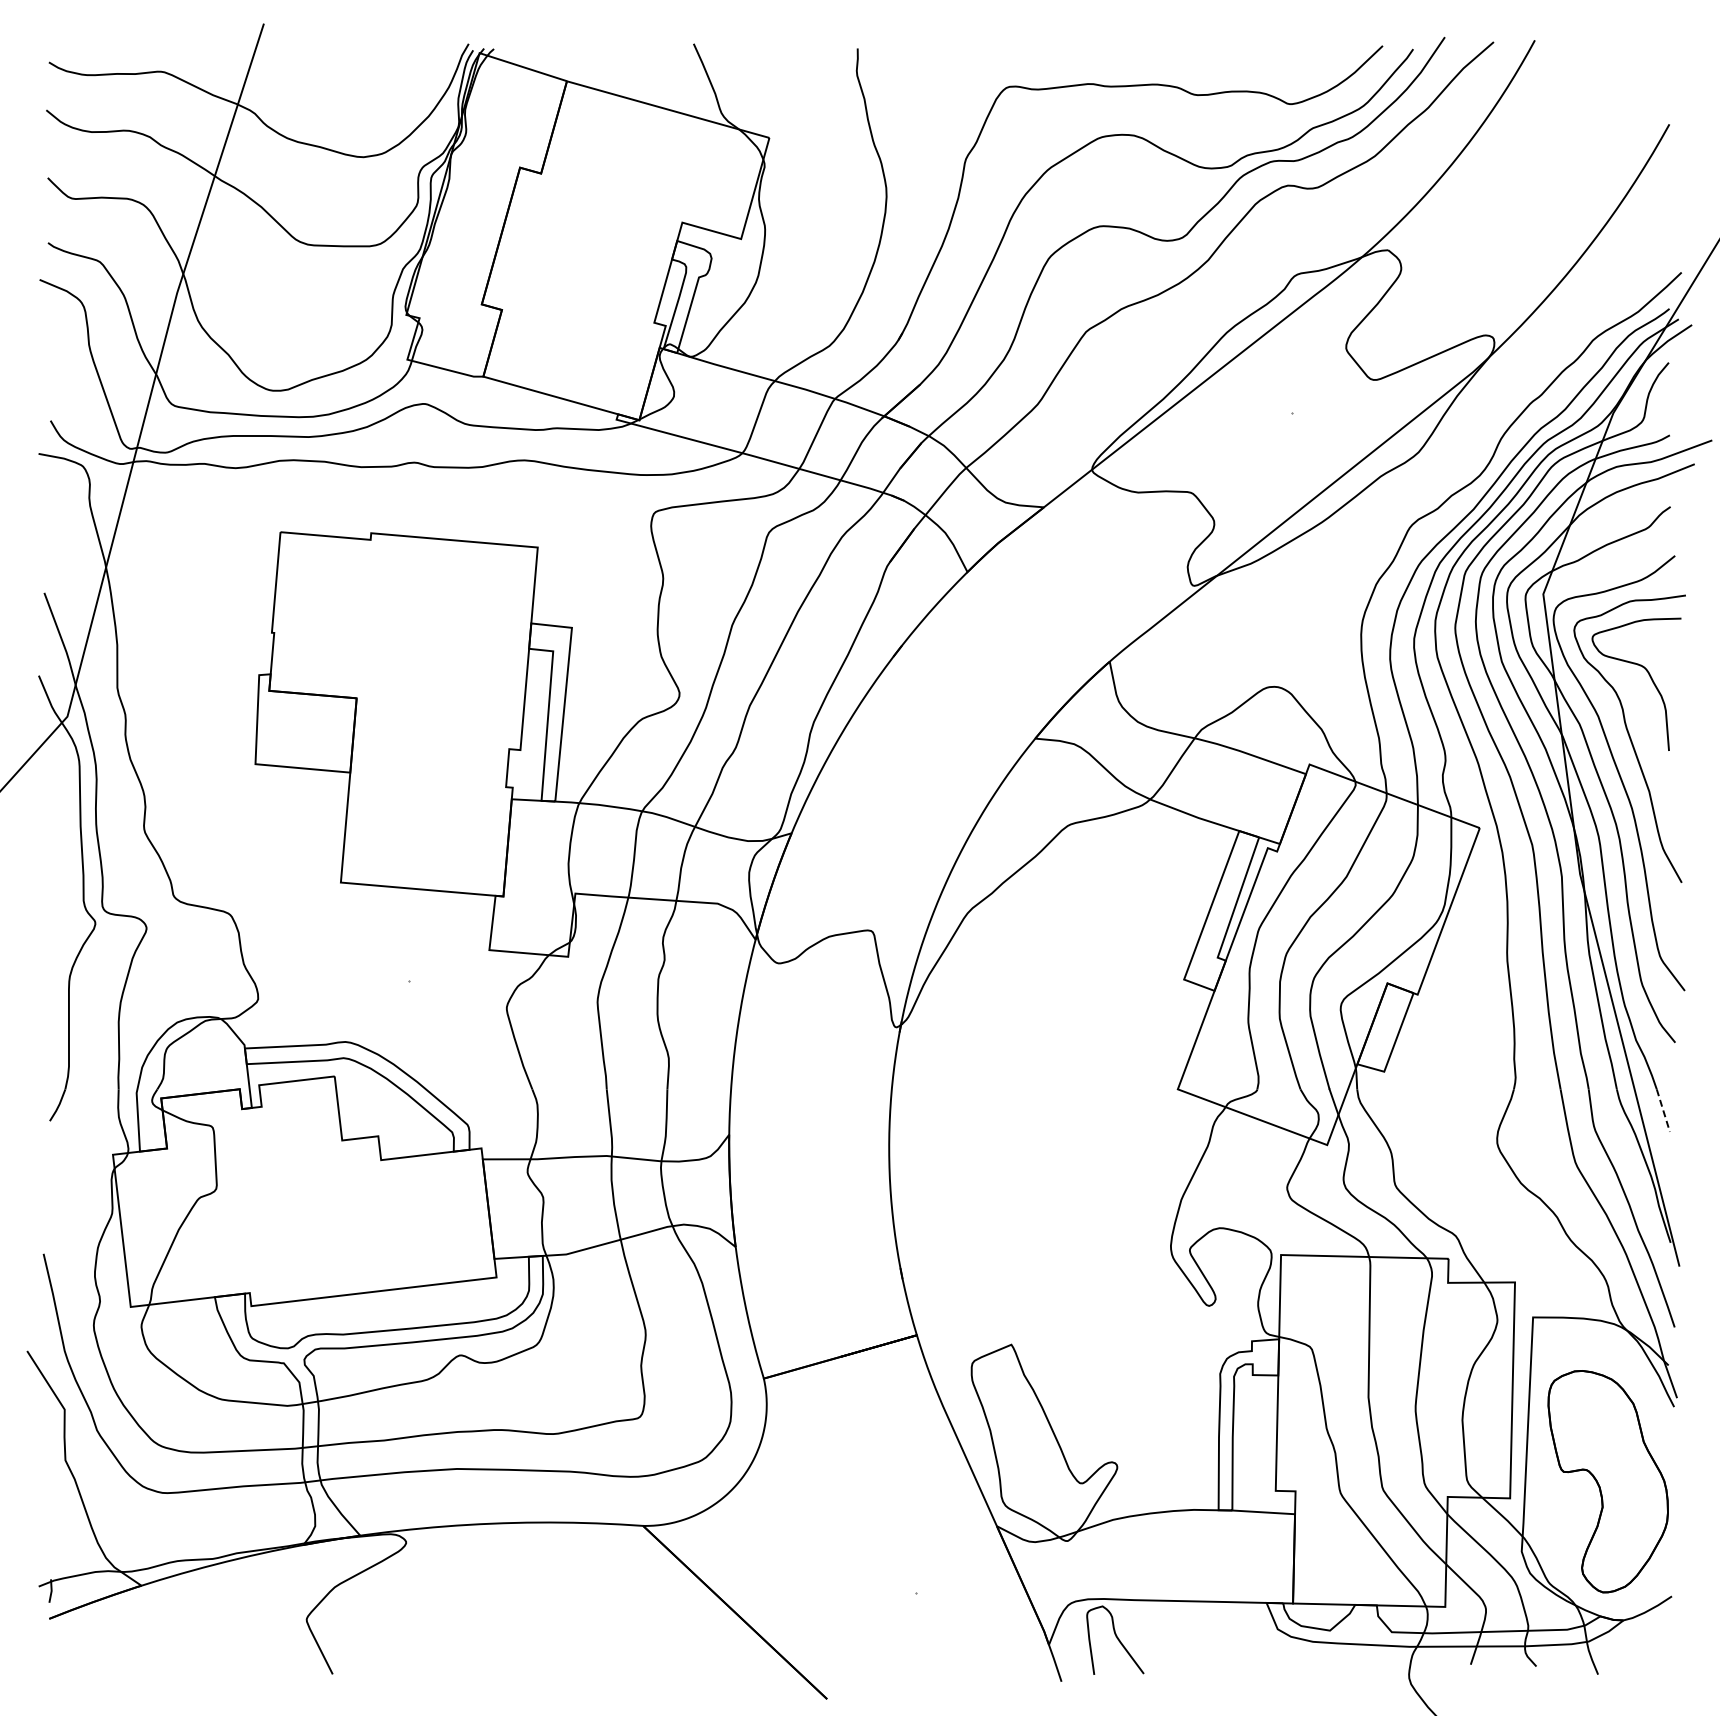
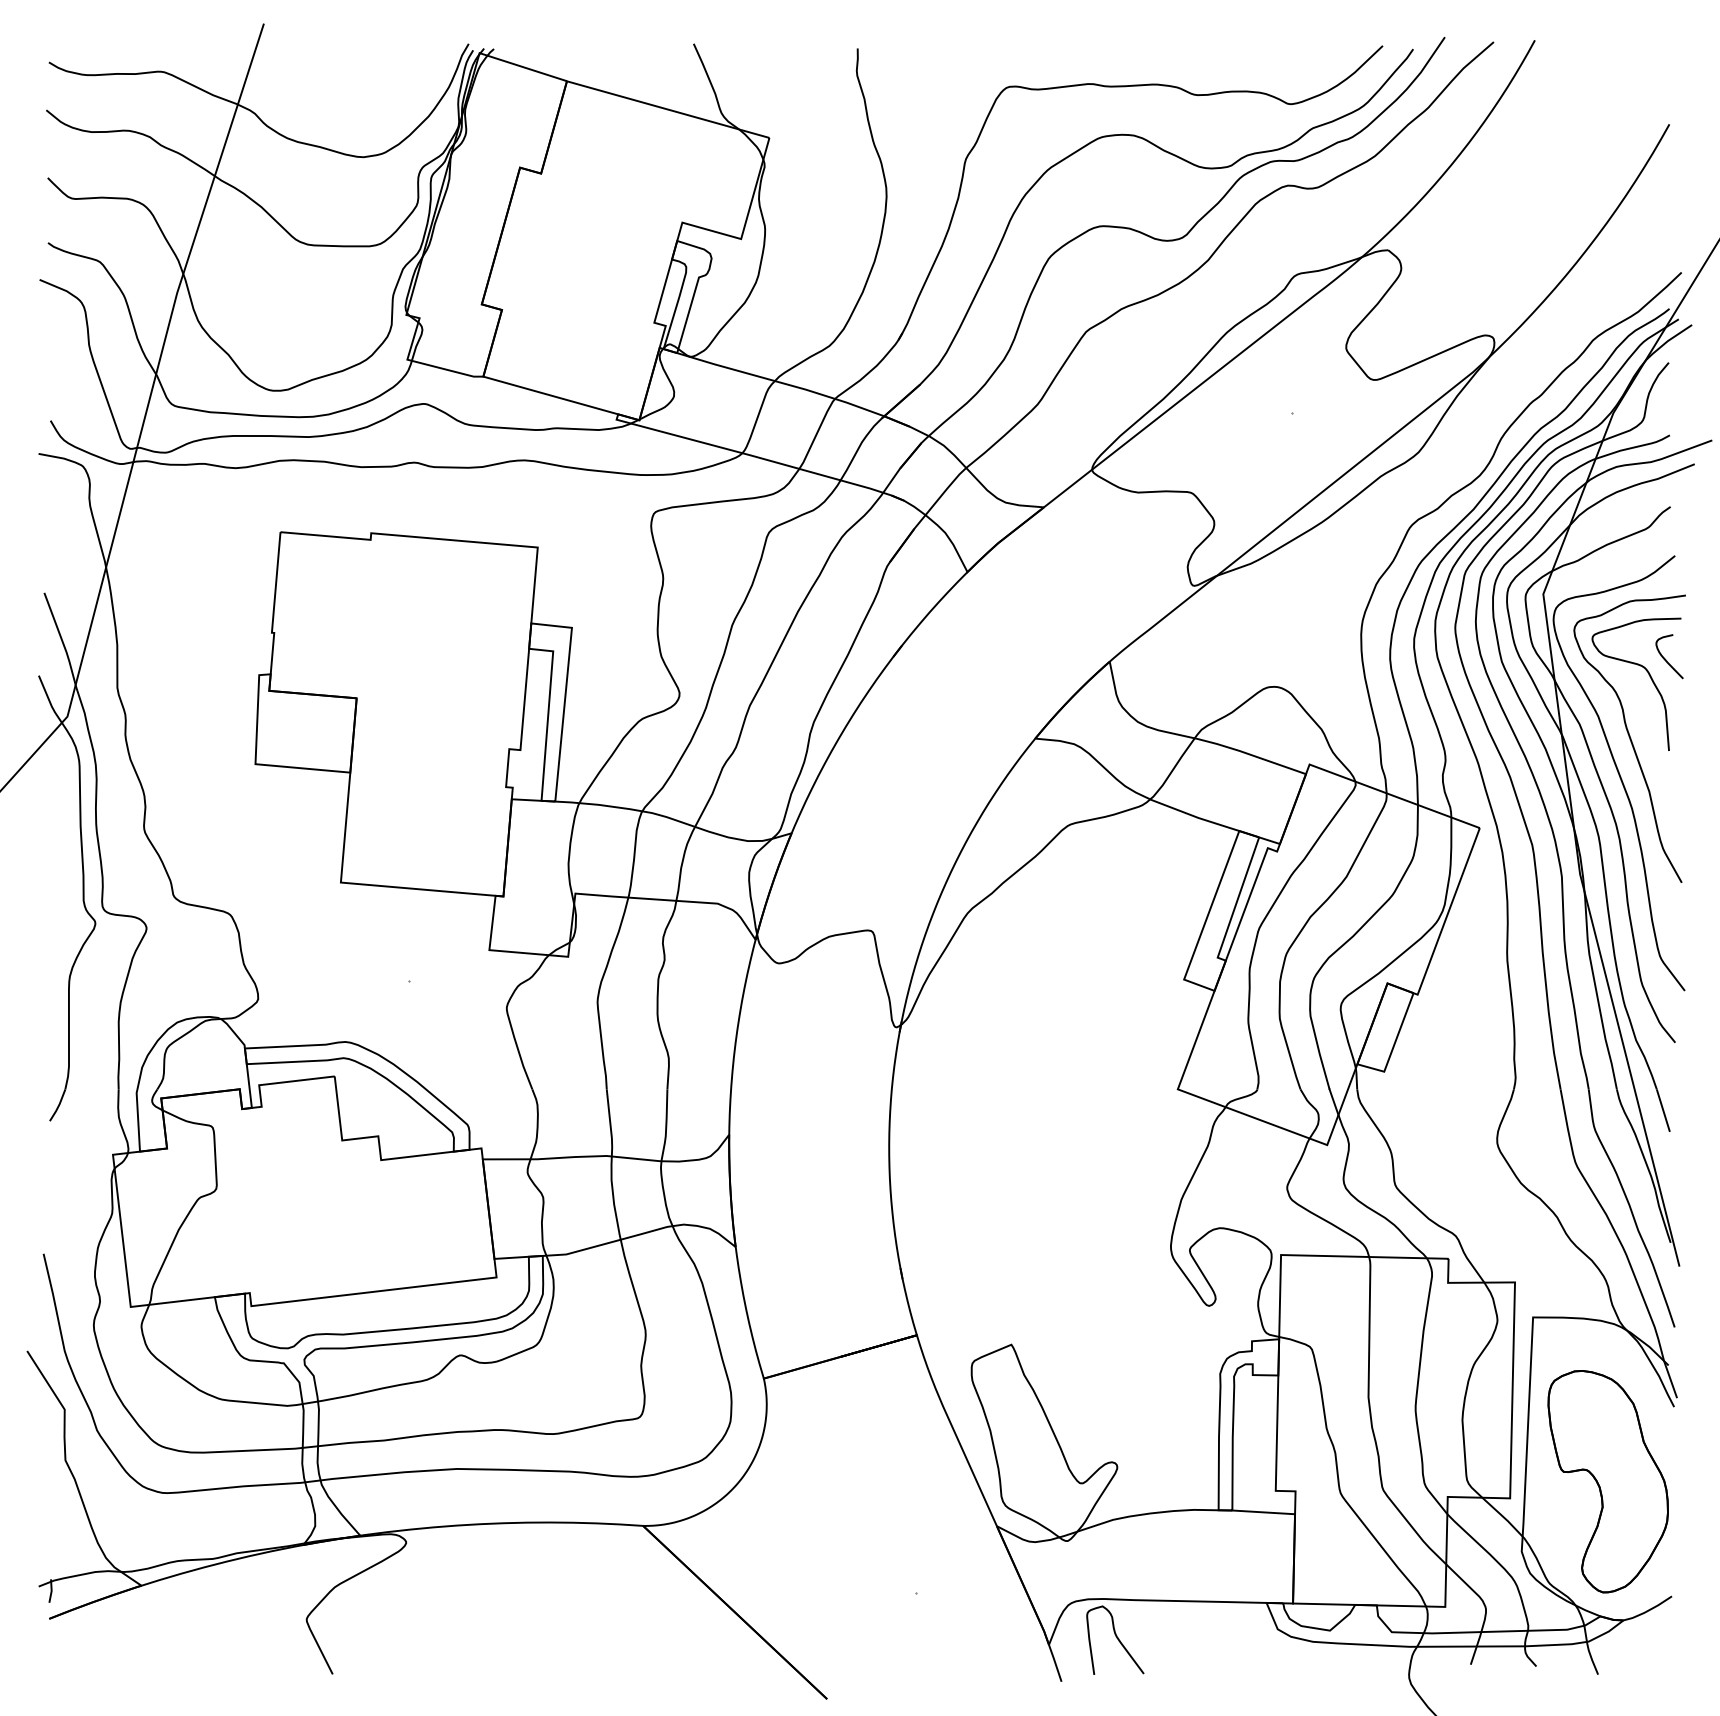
curve at (1666, 659): none -> present
line at (1663, 1111): dashed -> solid
